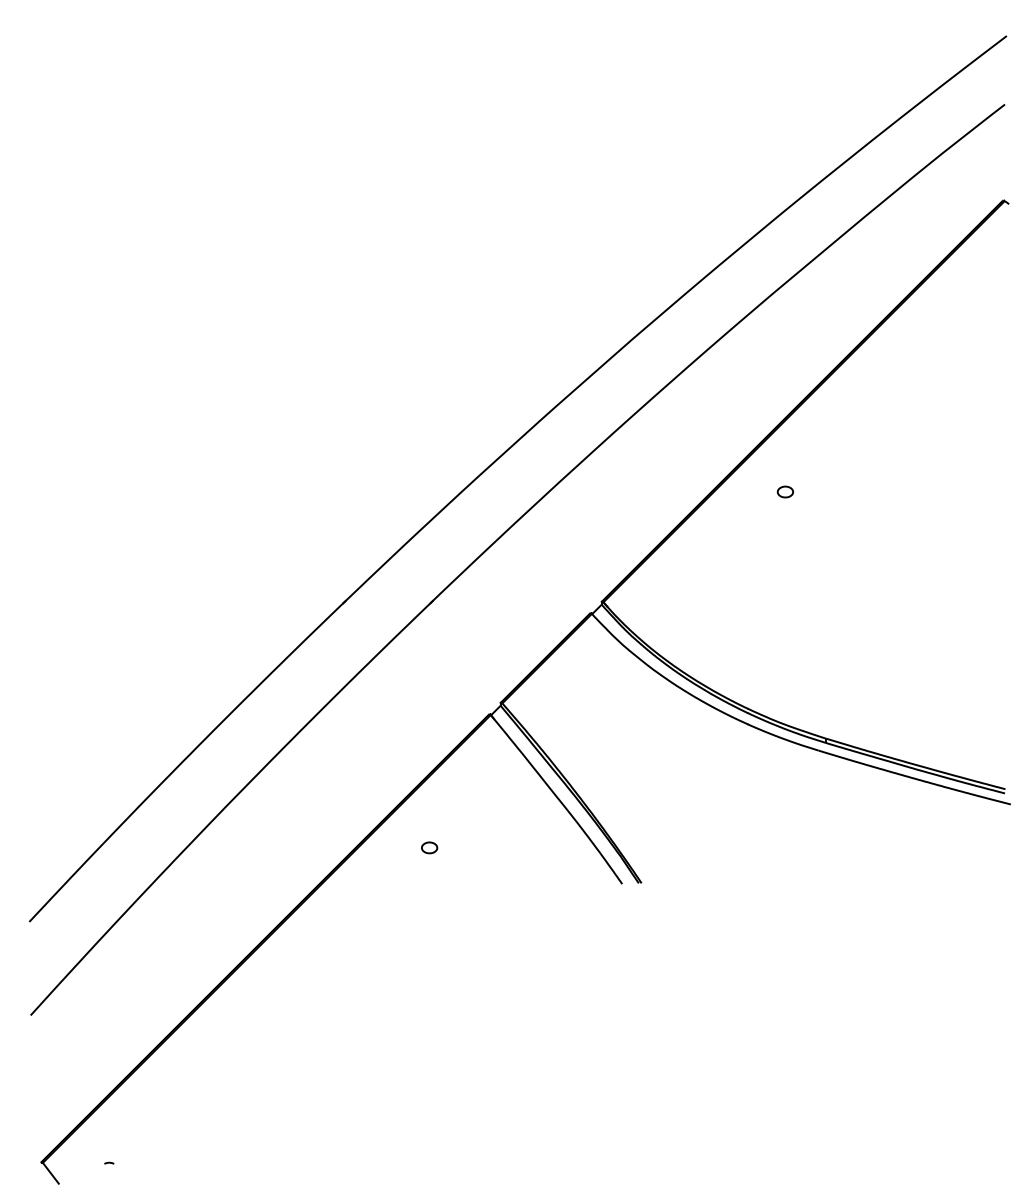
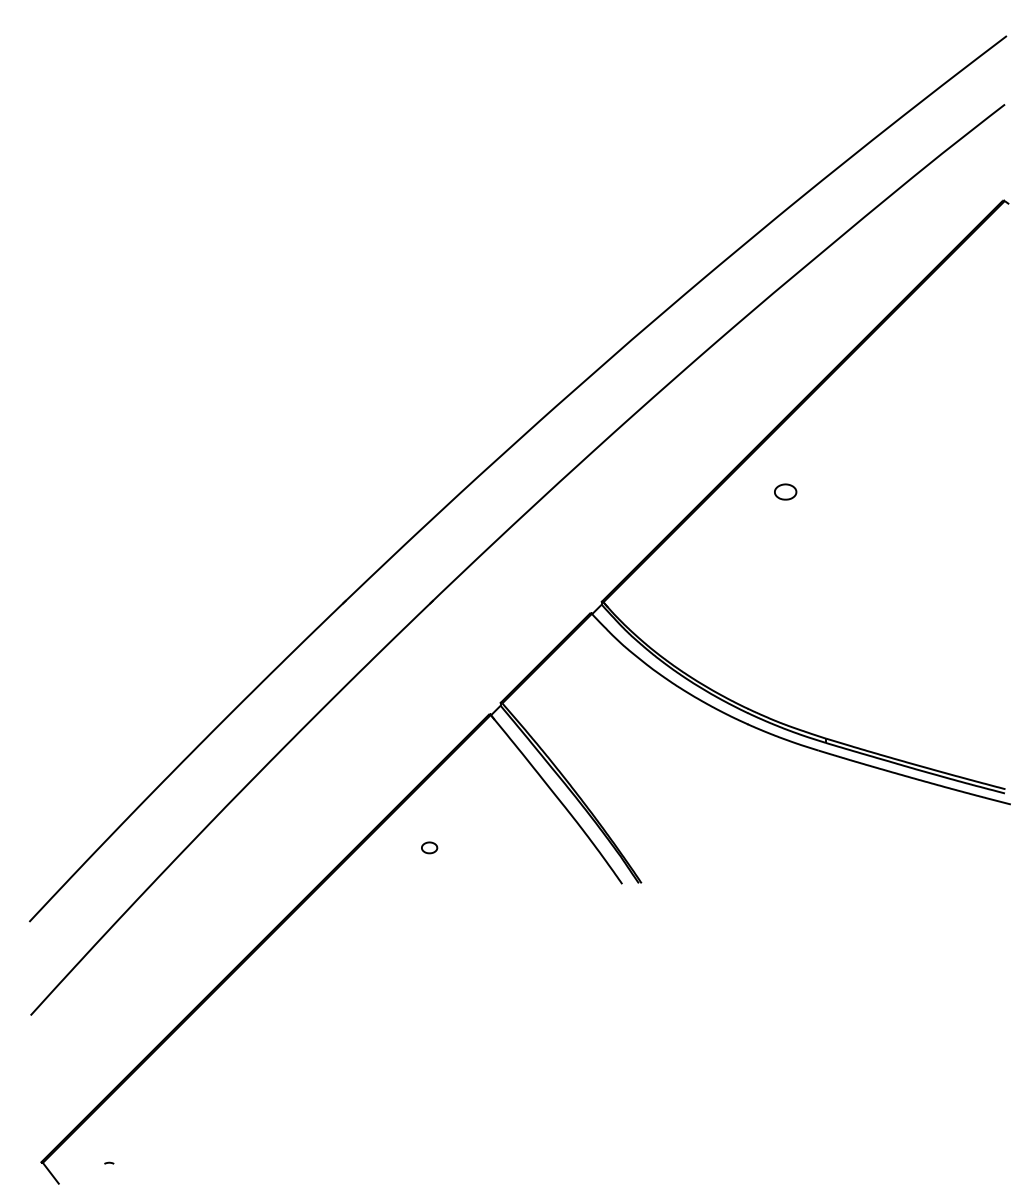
part at (784, 491) size: 18x14 px -> 24x18 px
